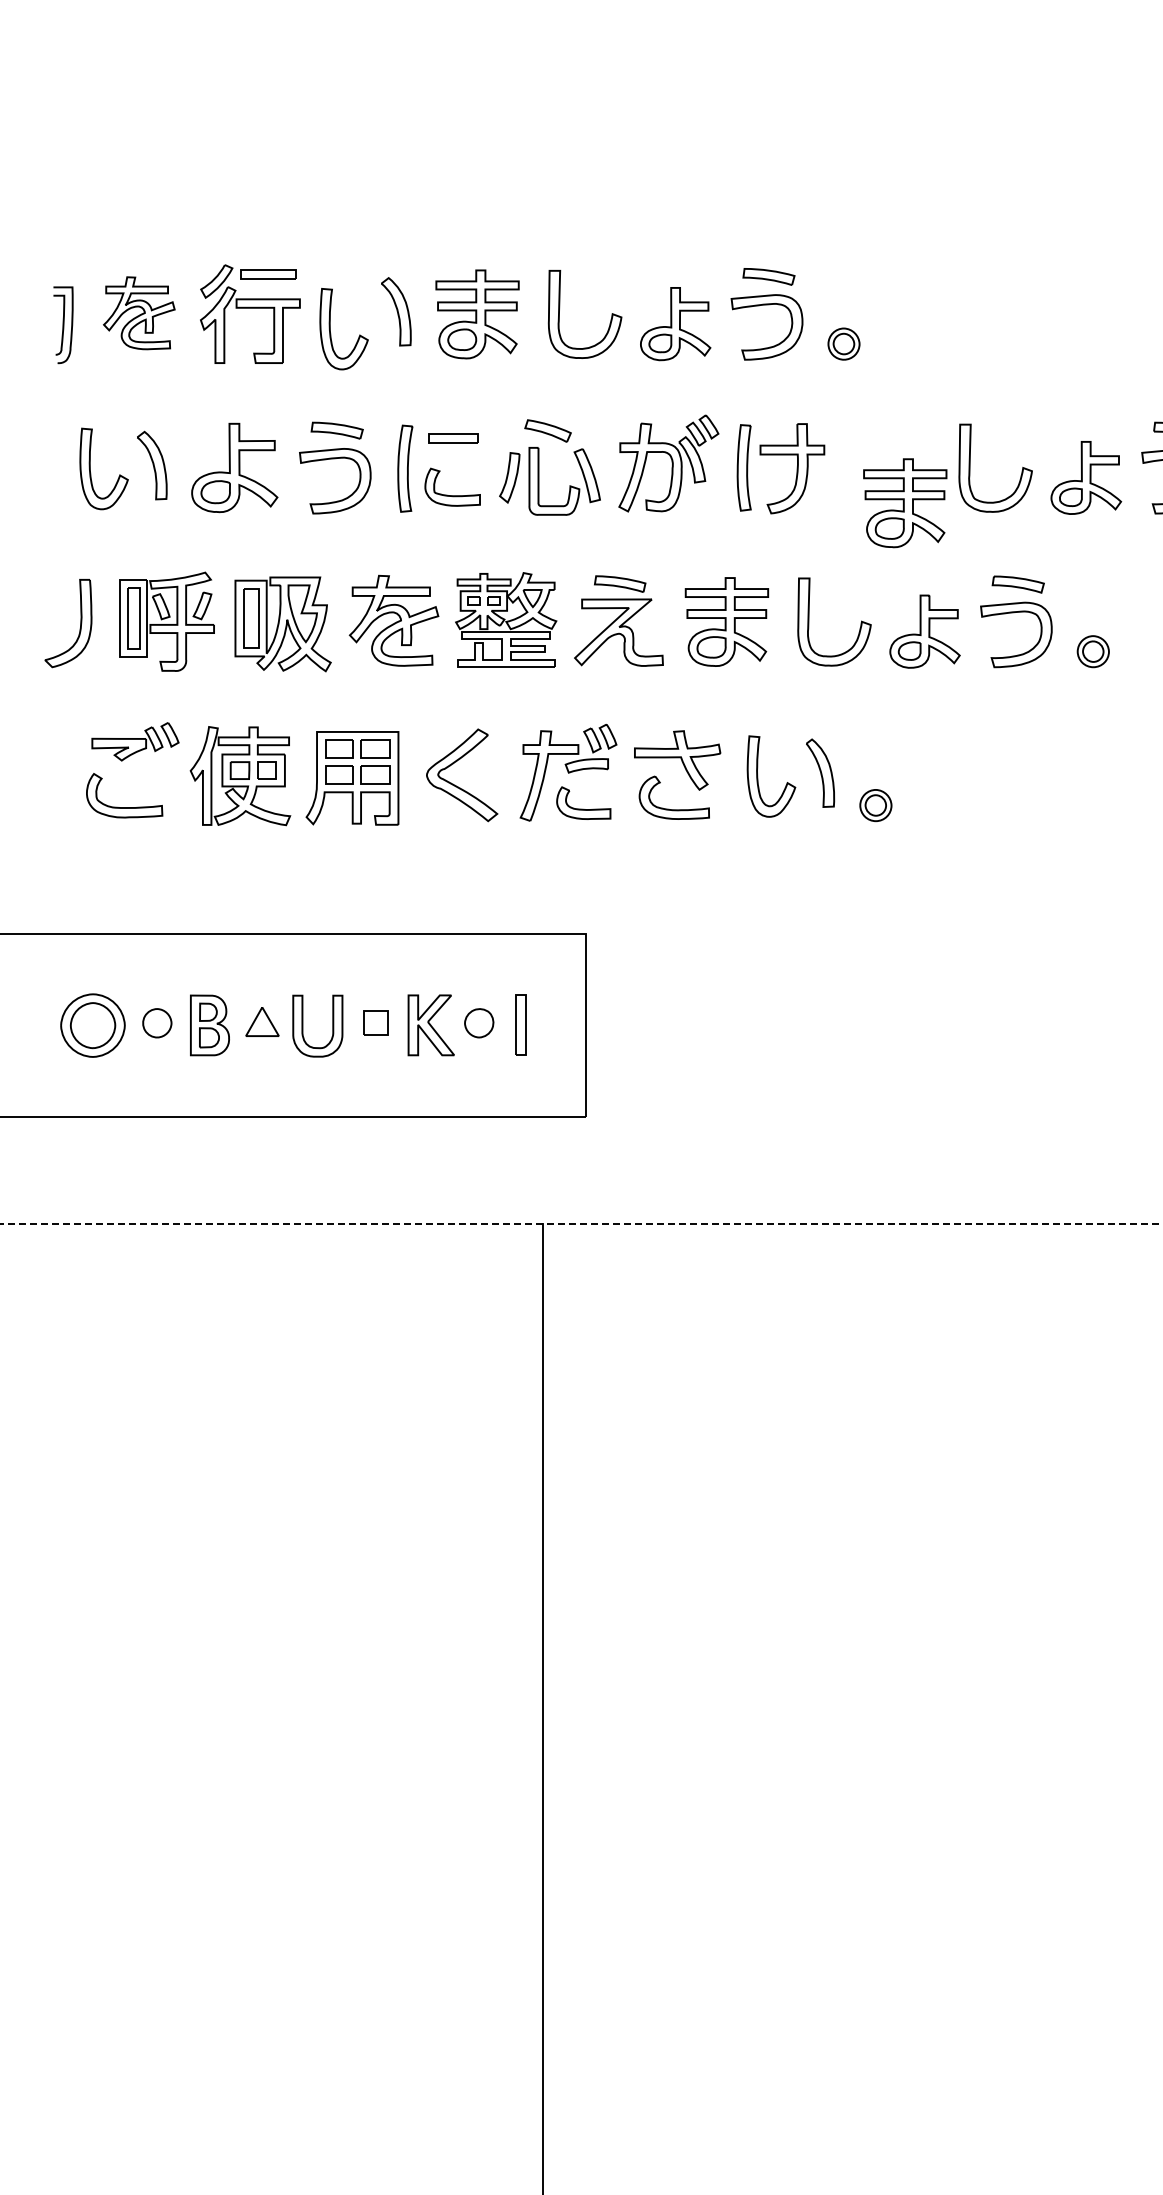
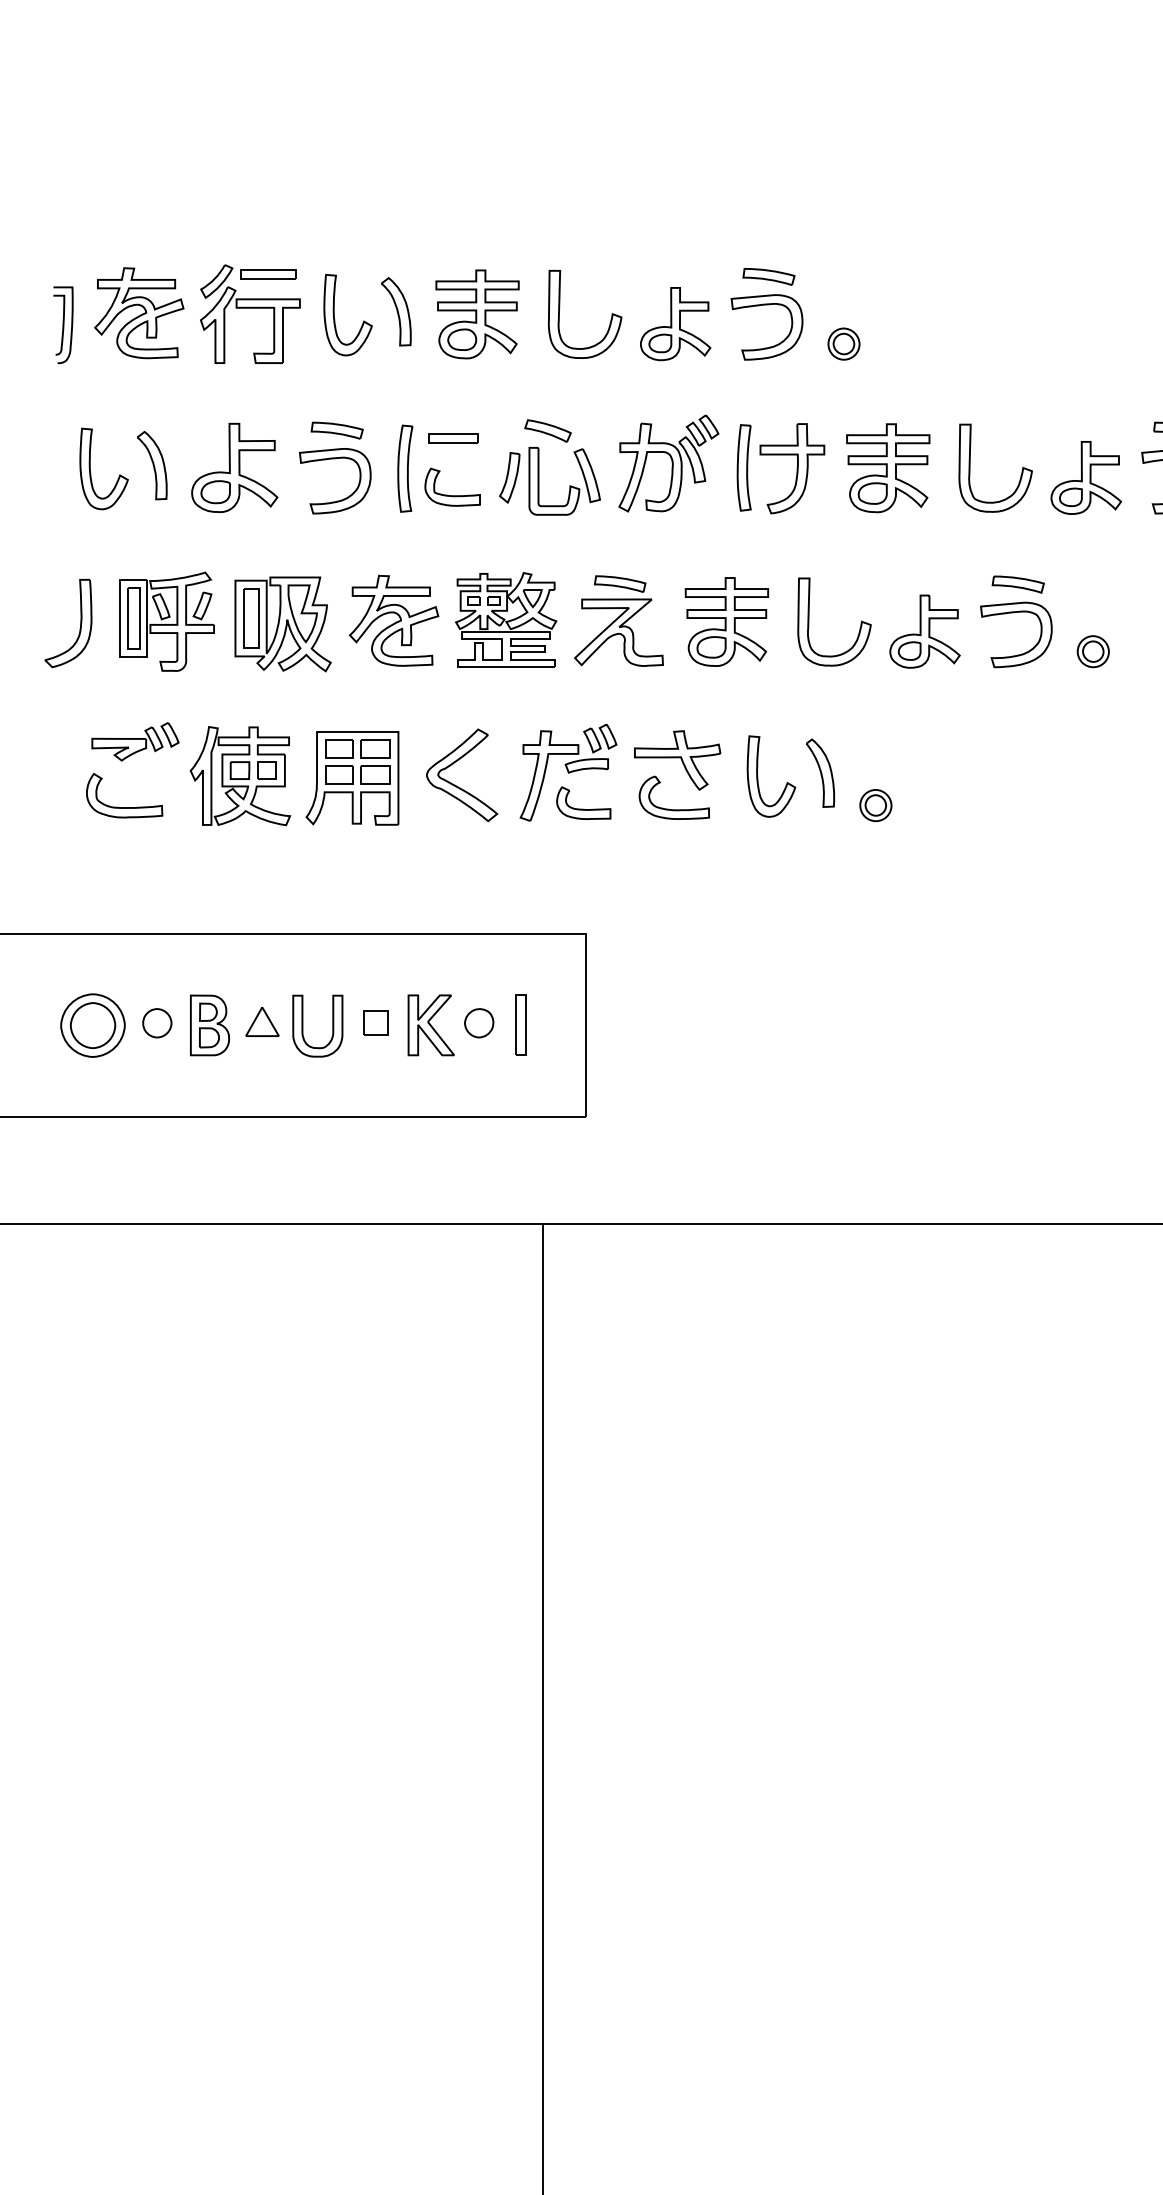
part at (139, 313) size: 73x75 px -> 91x93 px
part at (331, 333) position: (331, 333) -> (335, 319)
part at (905, 503) position: (905, 503) -> (888, 468)
line at (581, 1224): dashed -> solid
